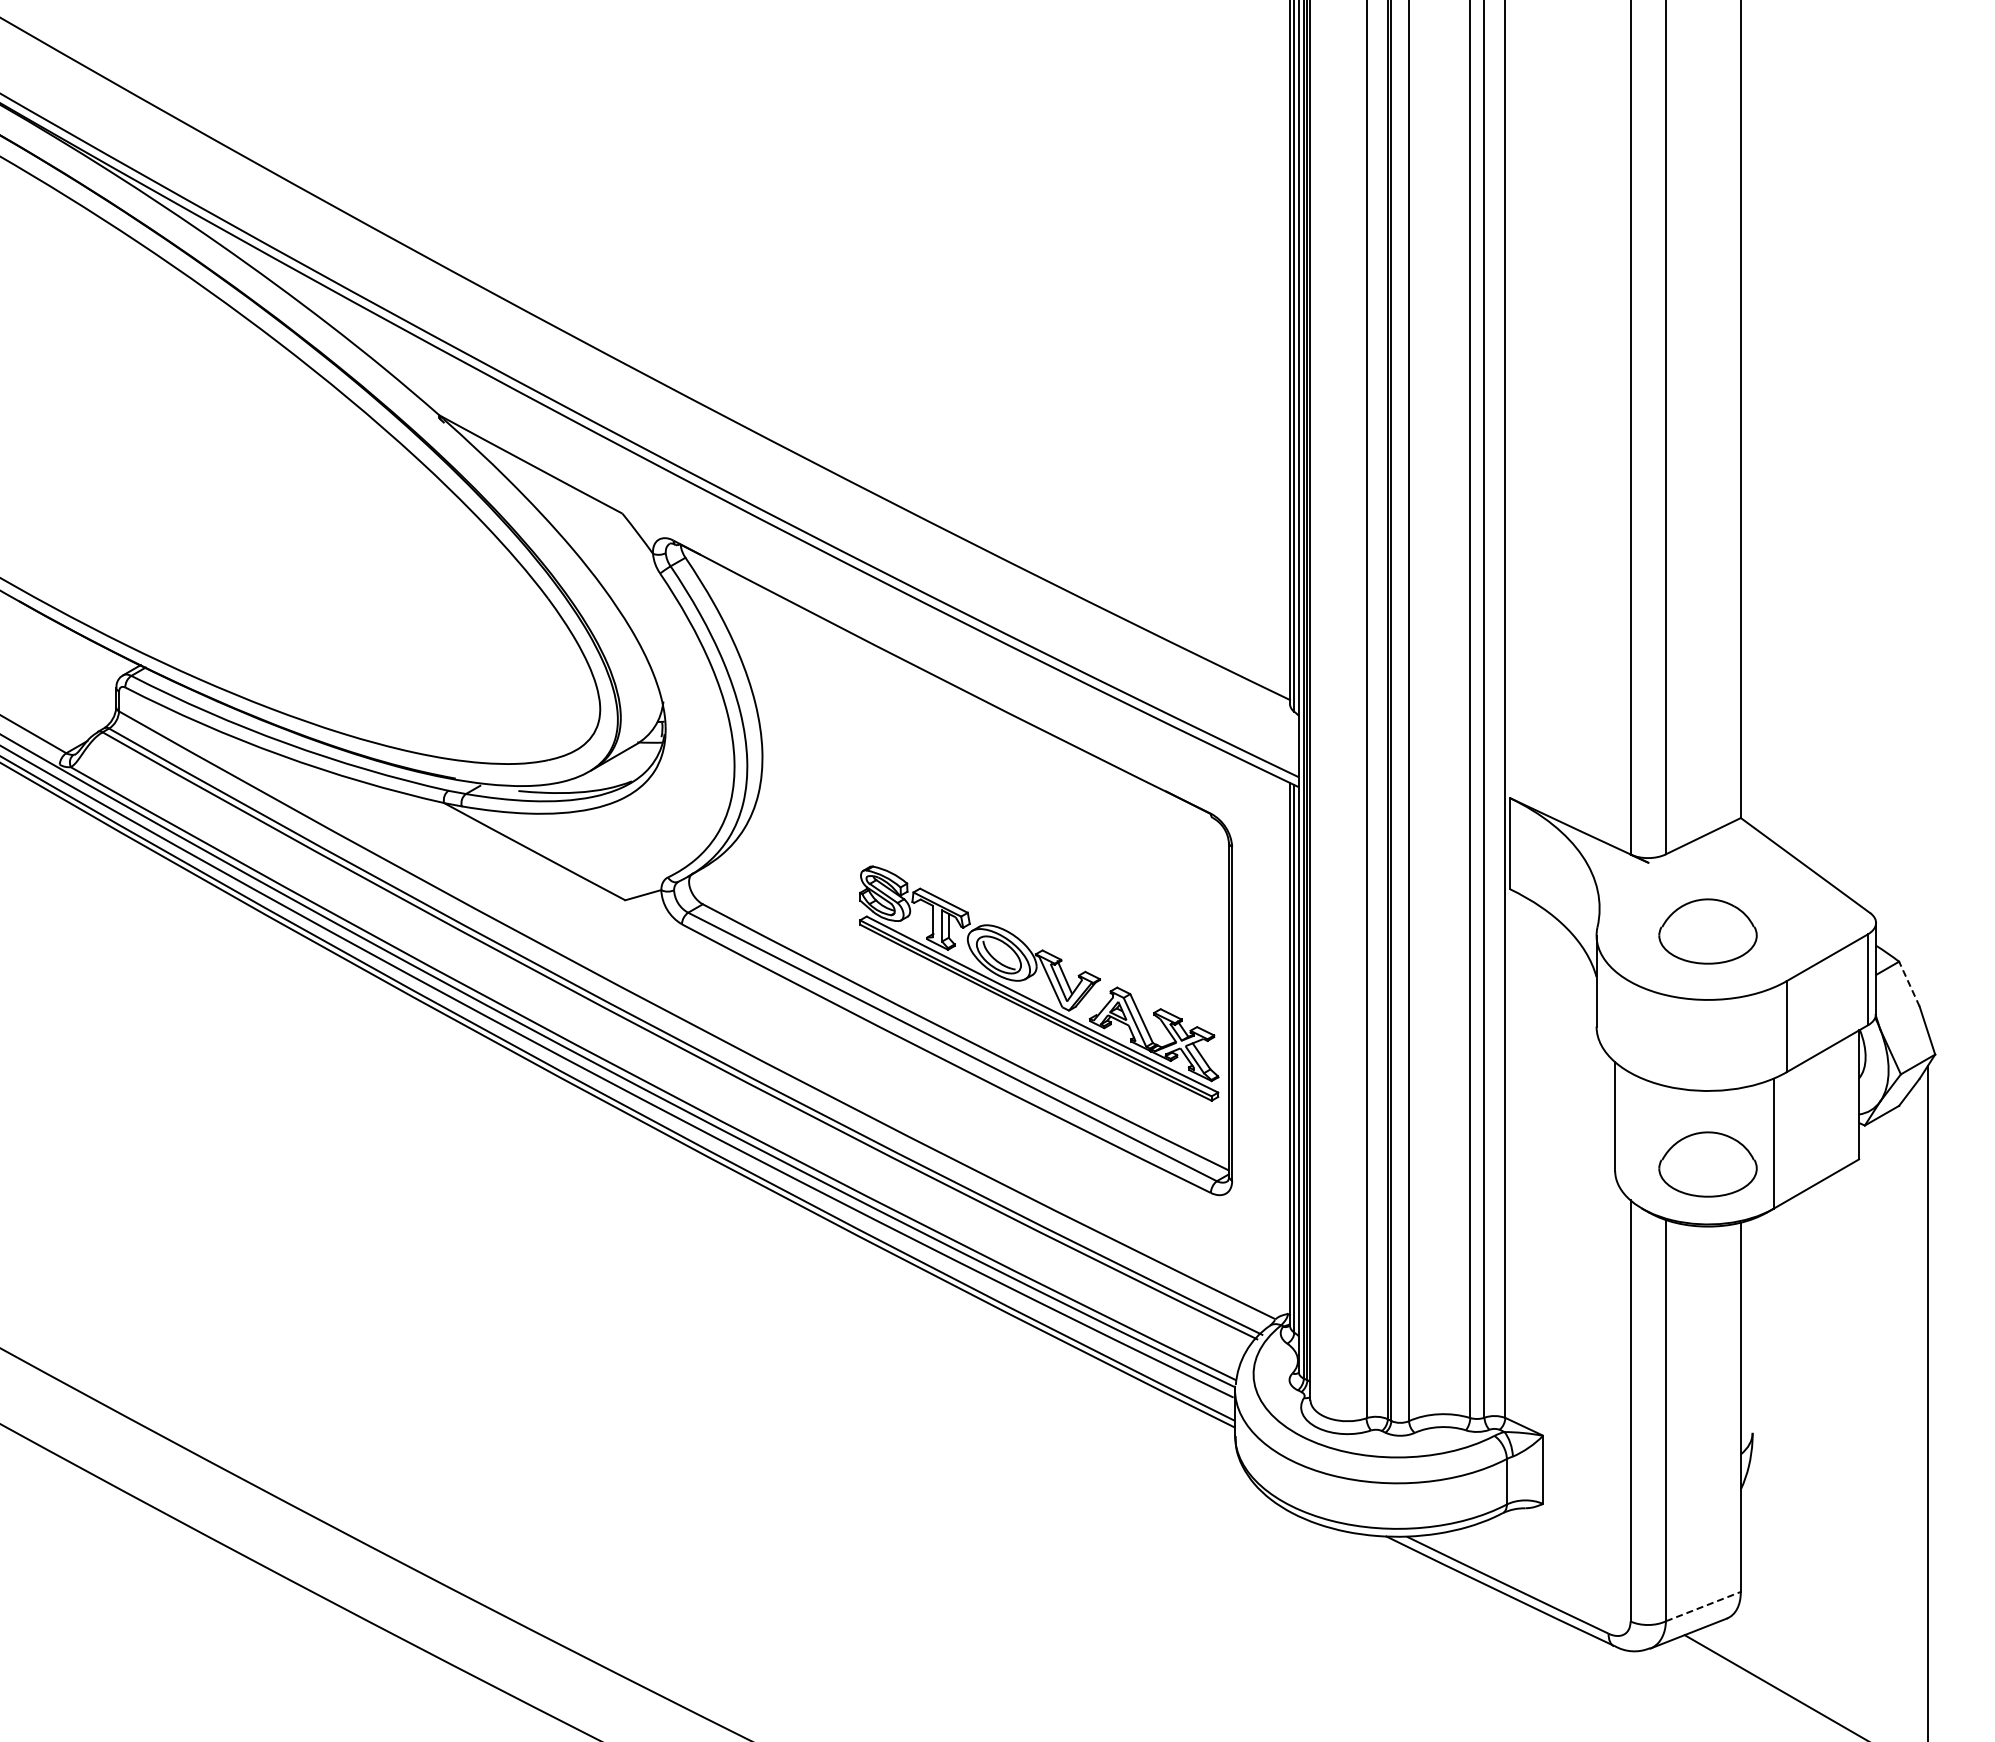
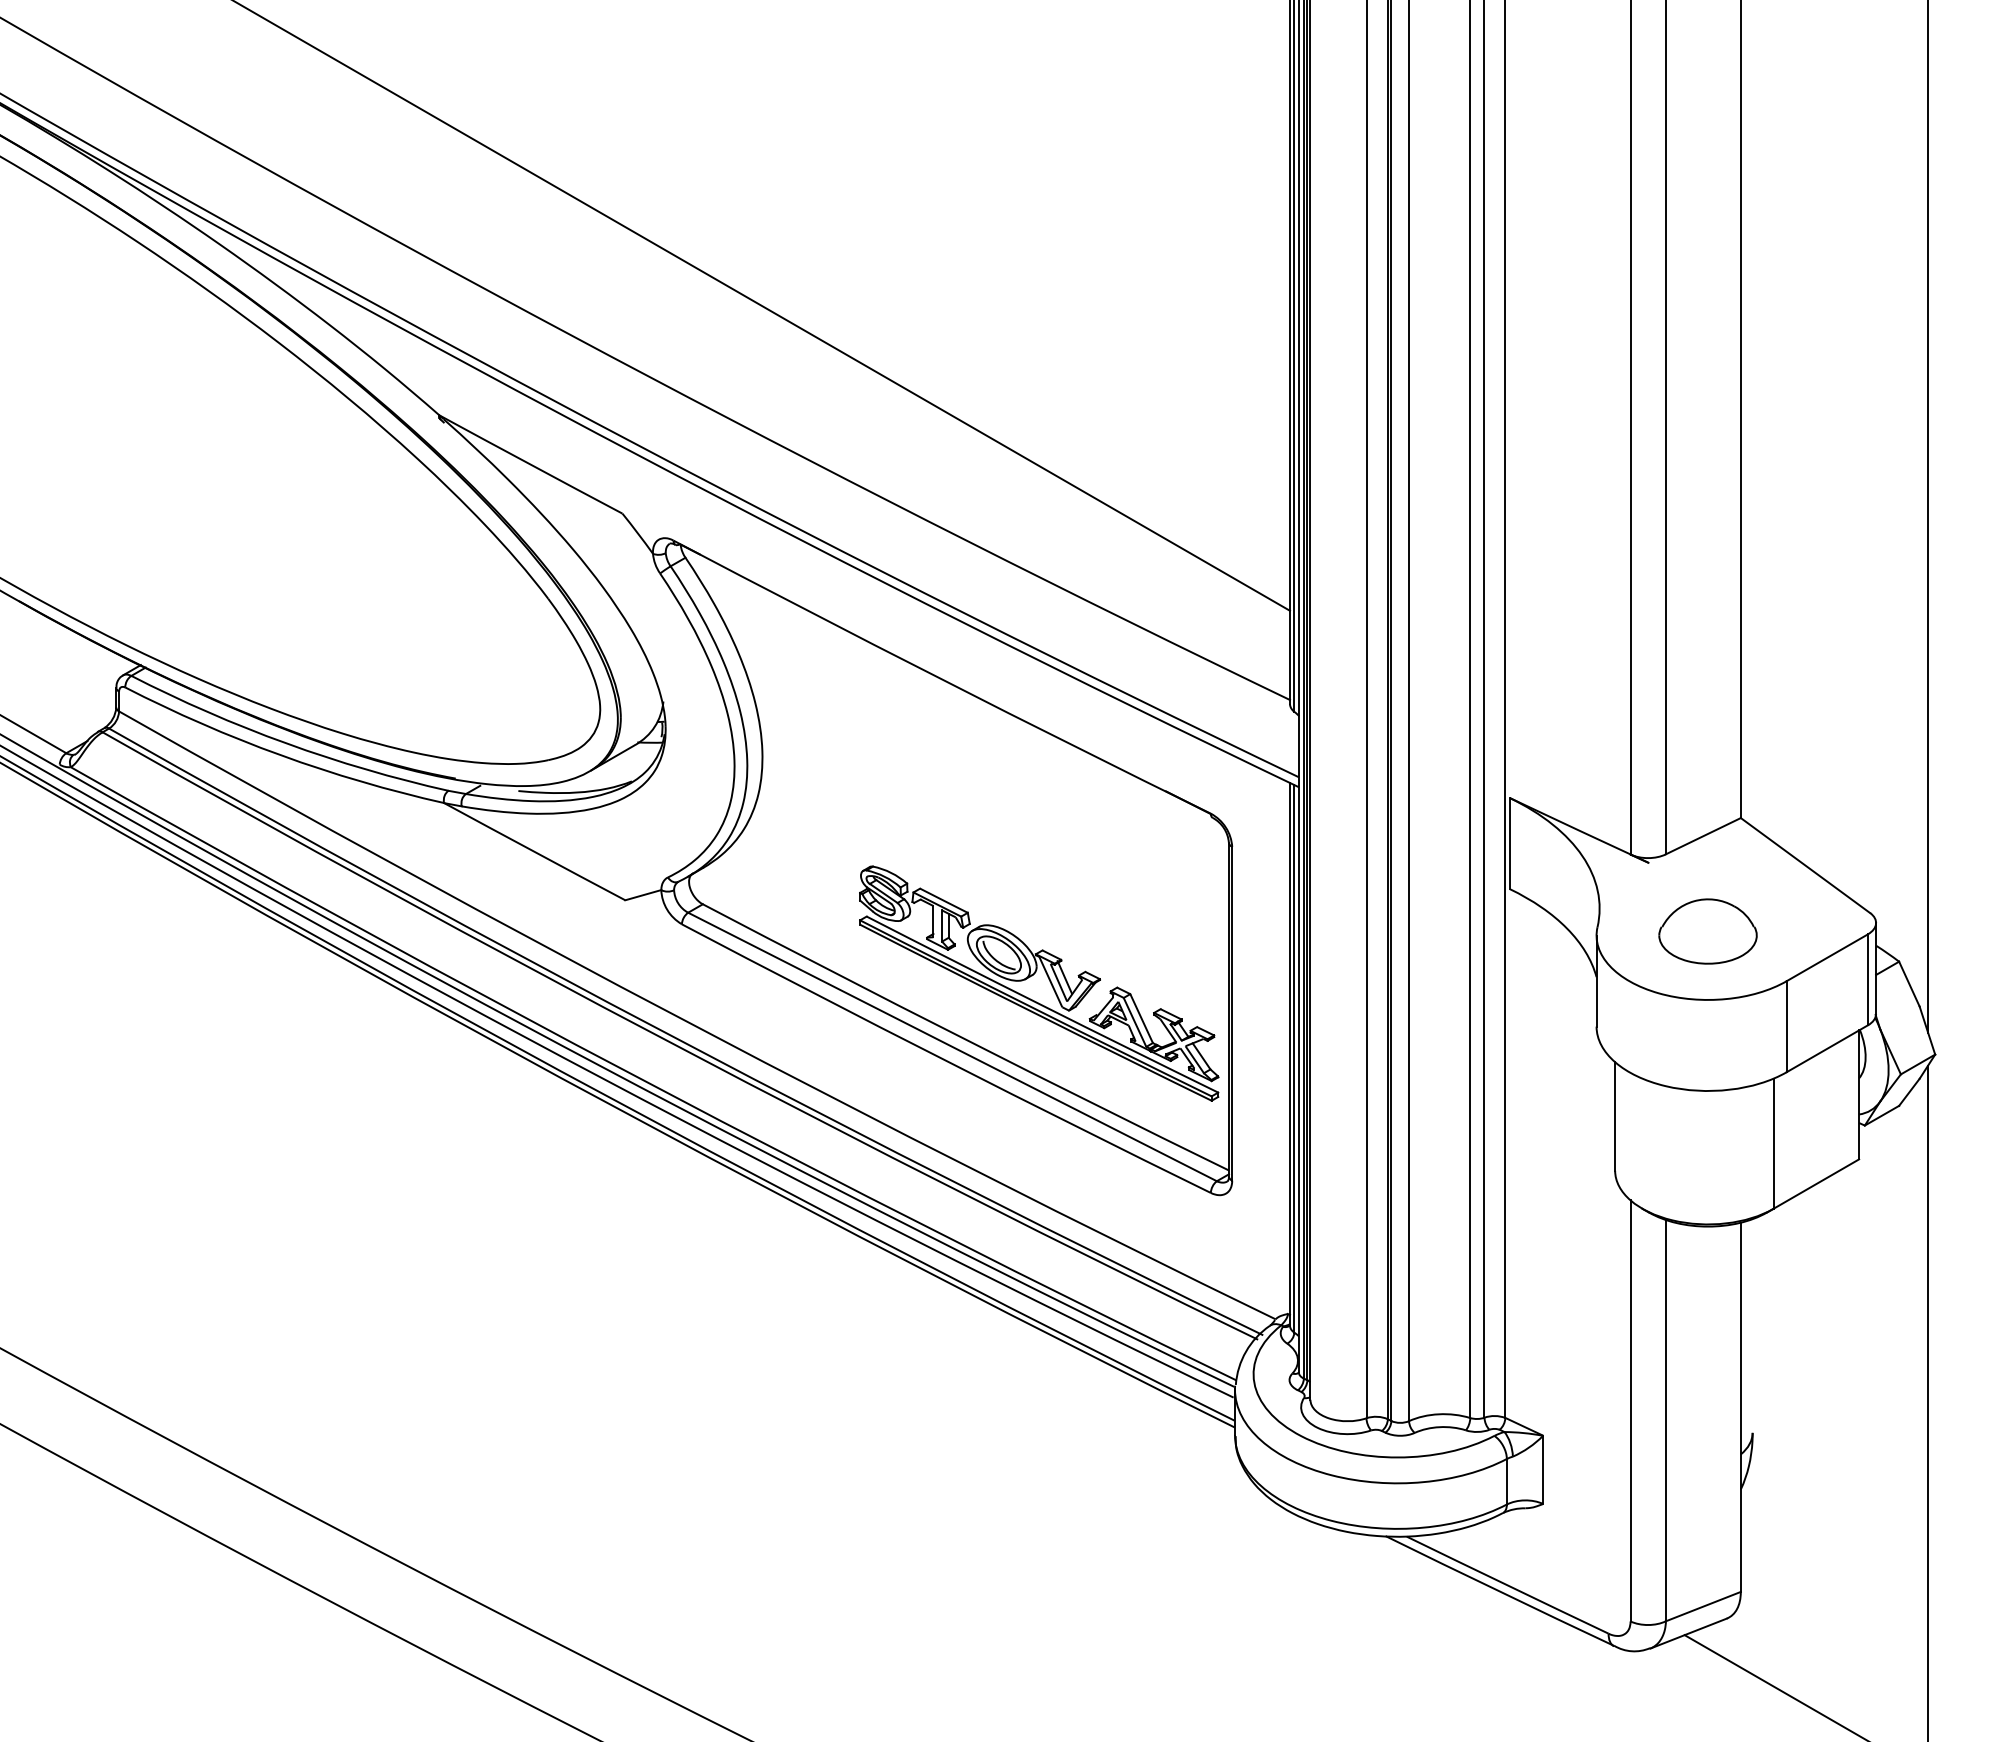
line at (762, 306): none -> present
line at (1928, 517): none -> present
line at (1909, 984): dashed -> solid
part at (1707, 1164): present -> none
line at (1703, 1606): dashed -> solid
